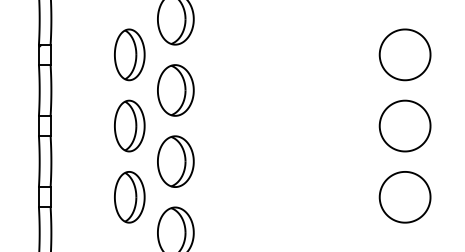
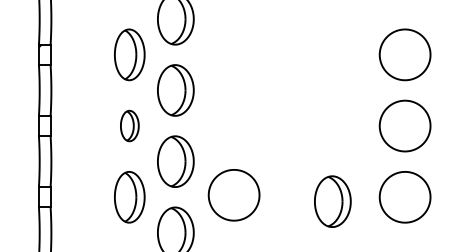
part at (129, 125) size: 32x54 px -> 20x34 px
part at (233, 195): none -> present
part at (332, 201): none -> present
